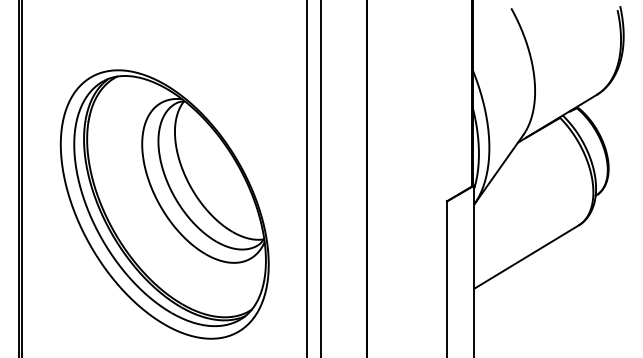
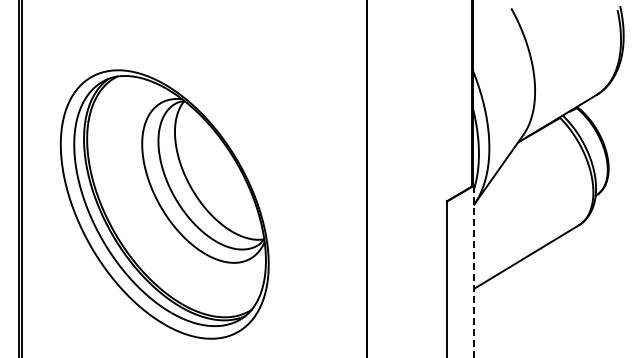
line at (307, 178): present -> none
line at (320, 178): present -> none
line at (474, 271): solid -> dashed
